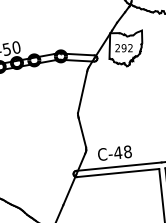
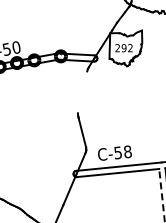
line at (82, 92): present -> none
text at (118, 152): C-48 -> C-58
line at (162, 195): solid -> dashed
